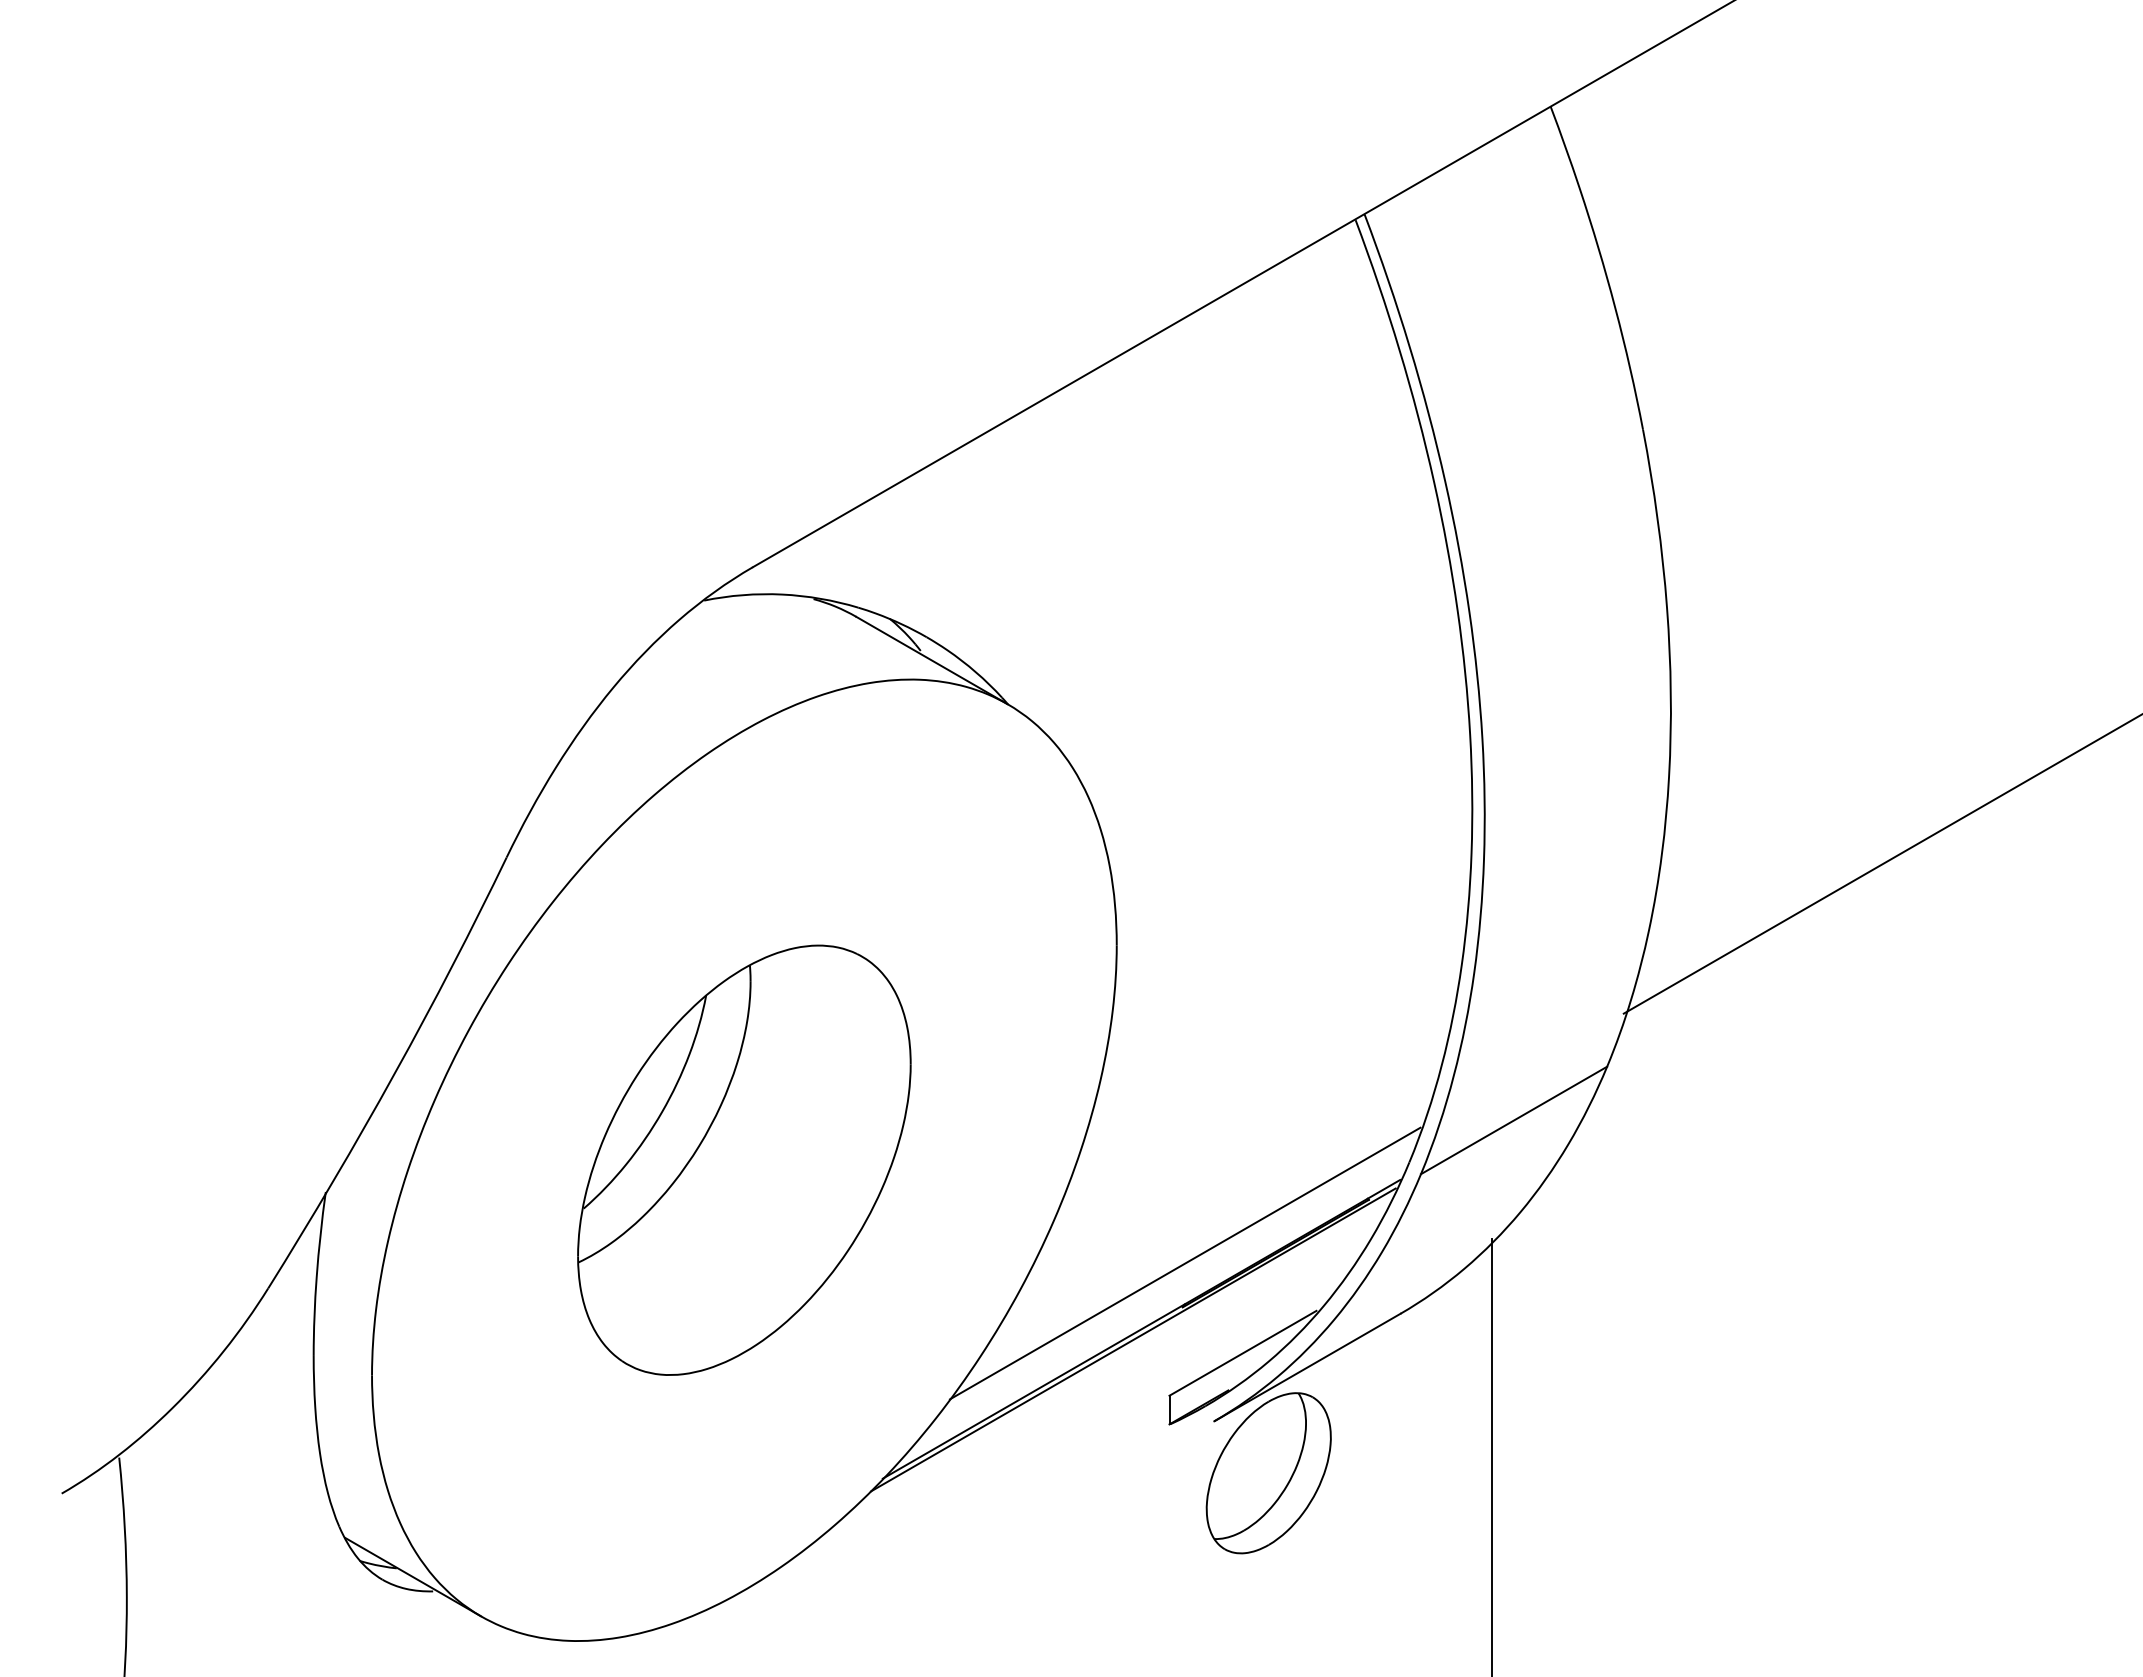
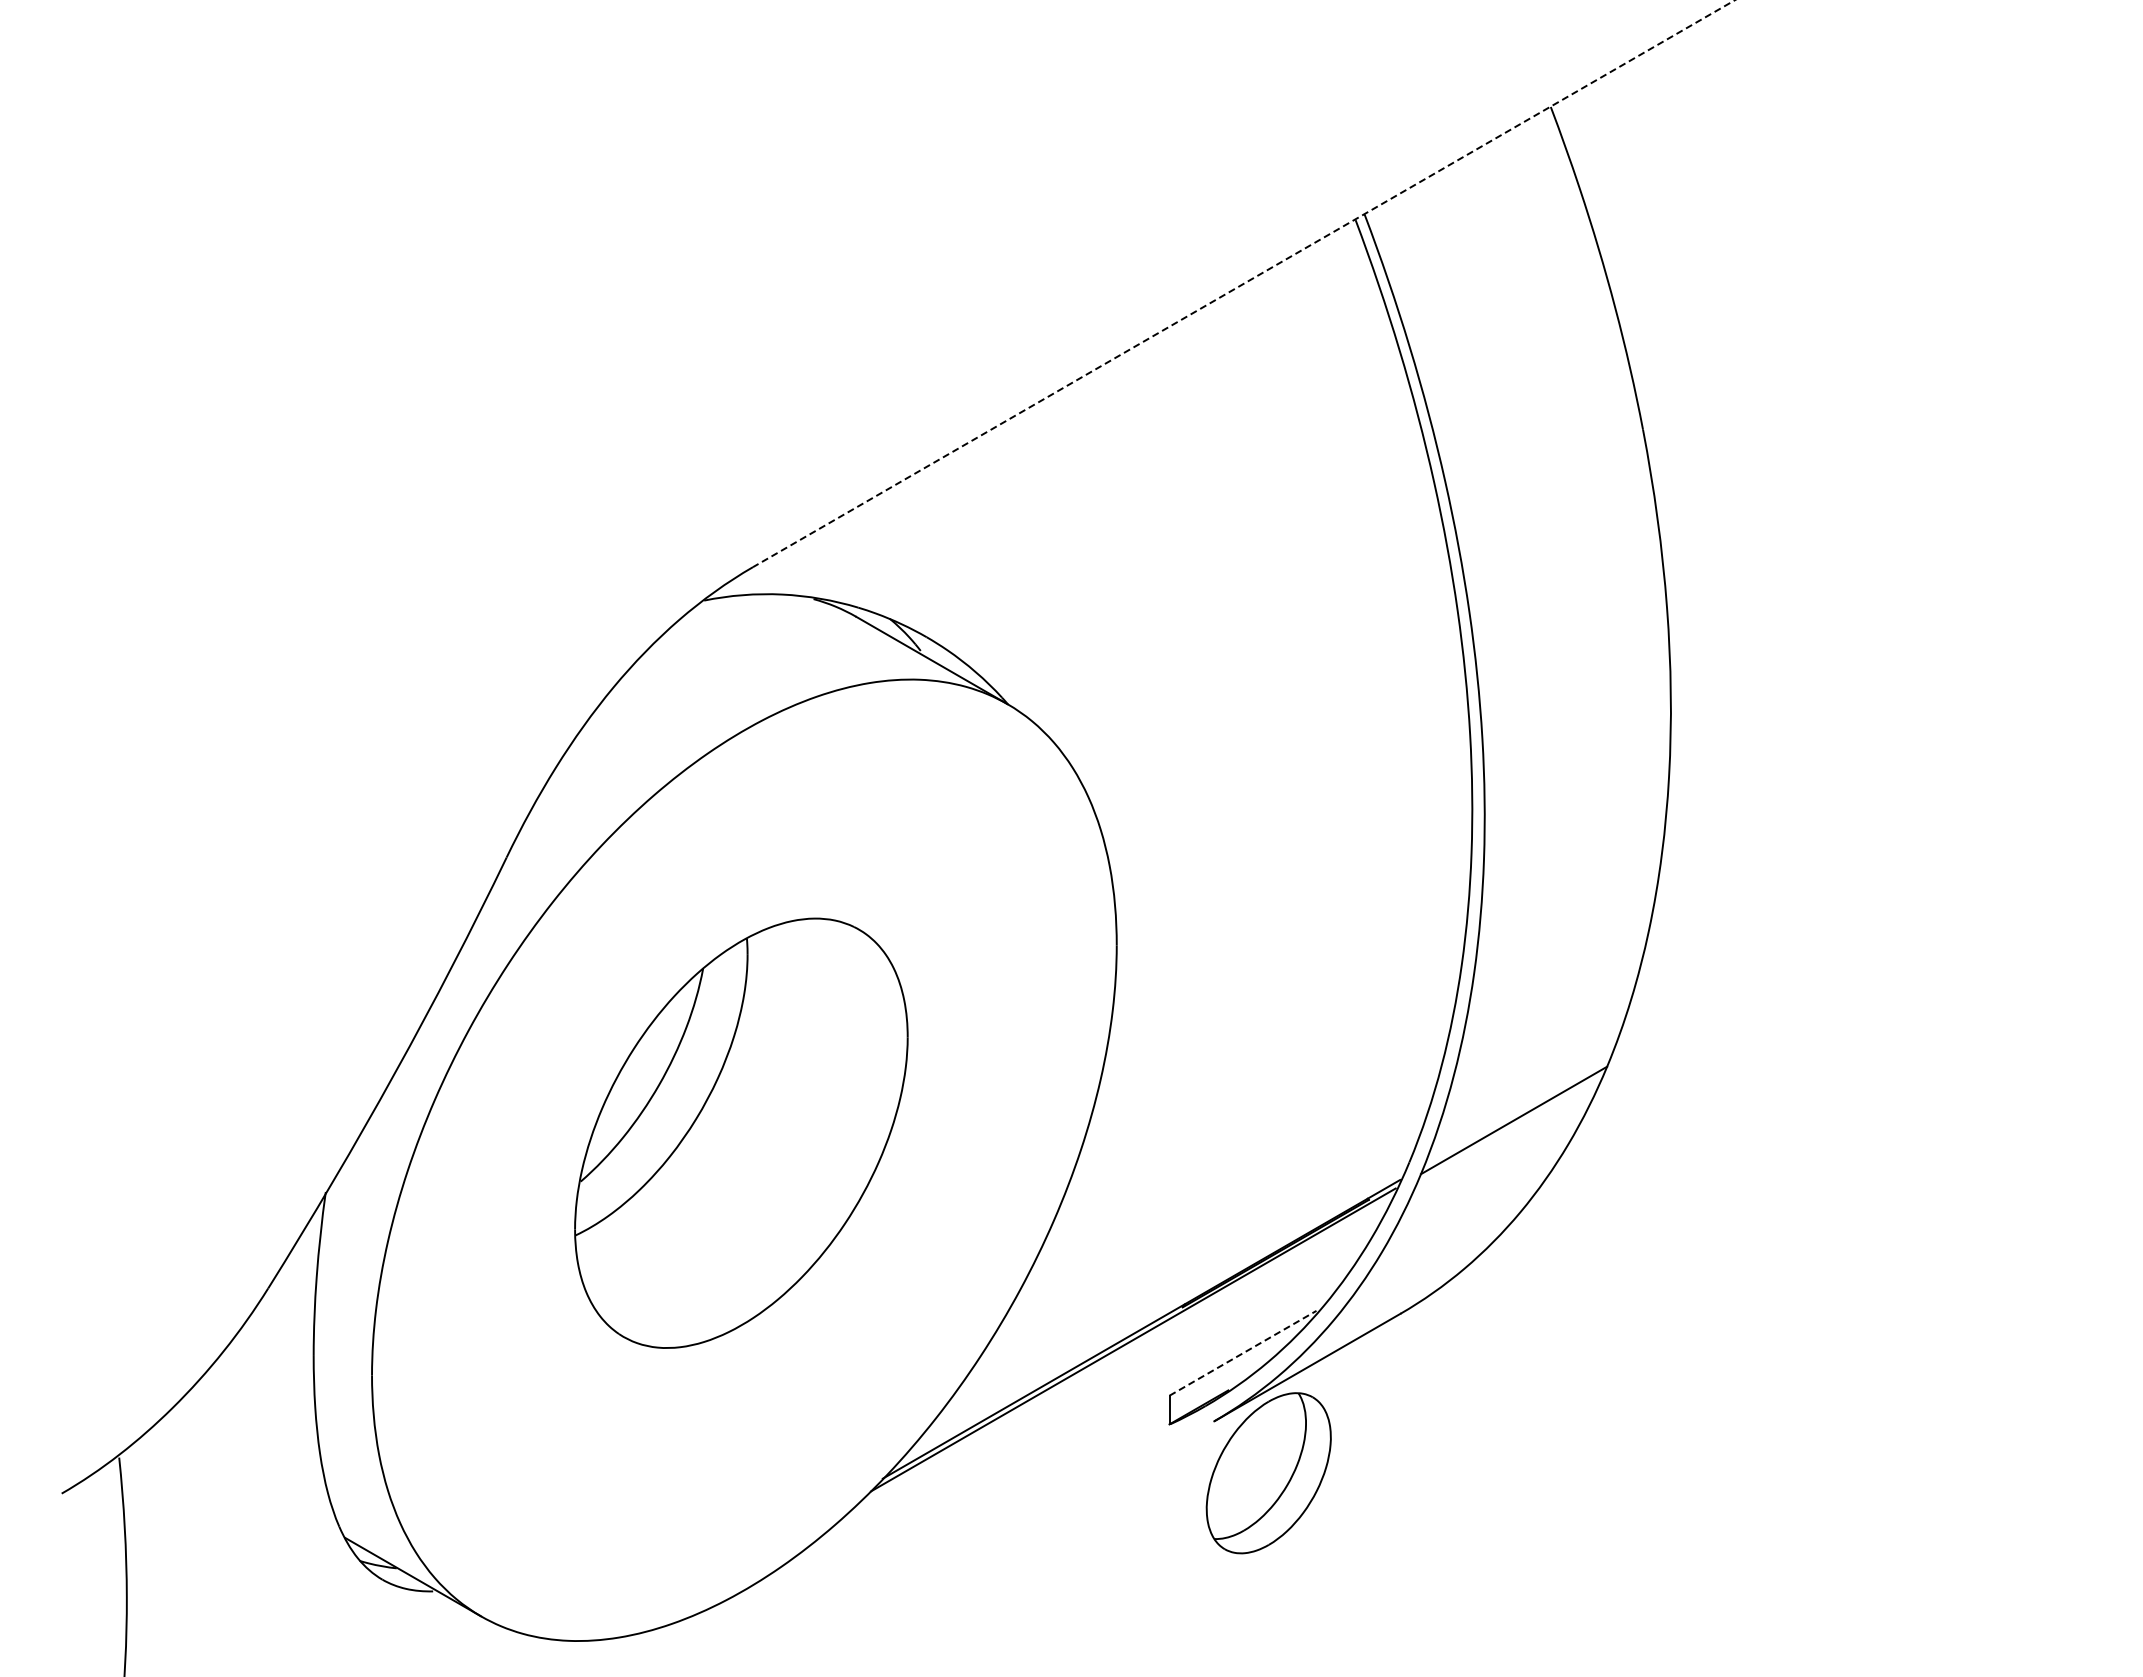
line at (1243, 283): solid -> dashed
line at (1881, 864): present -> none
part at (744, 1159) position: (744, 1159) -> (741, 1132)
line at (1184, 1263): present -> none
line at (1243, 1353): solid -> dashed
line at (1492, 1456): present -> none
